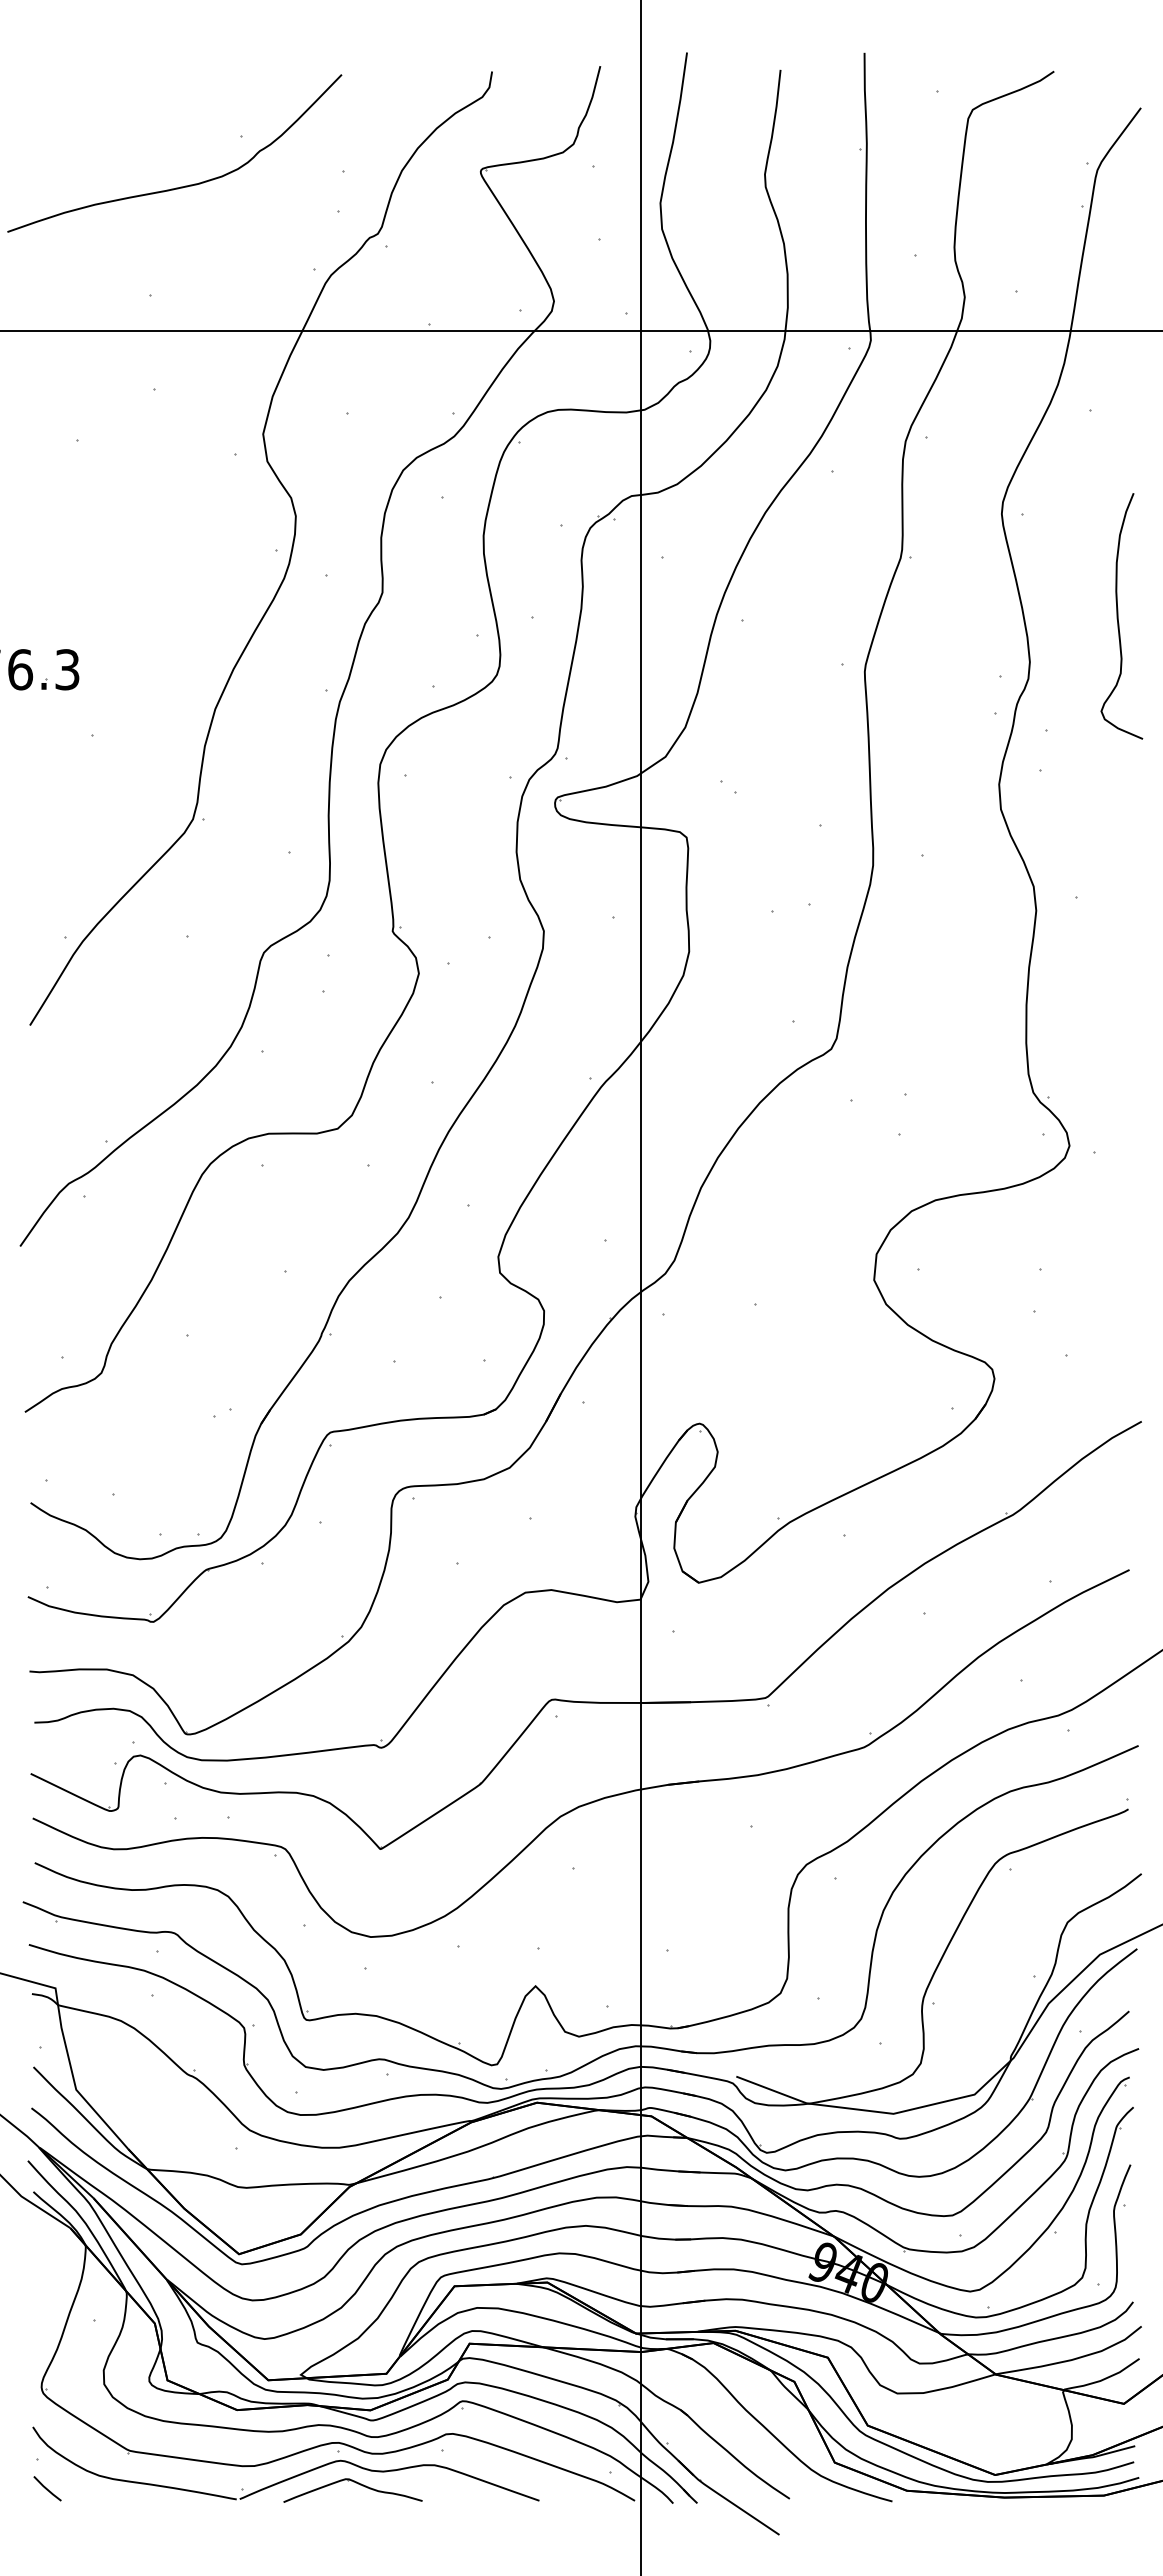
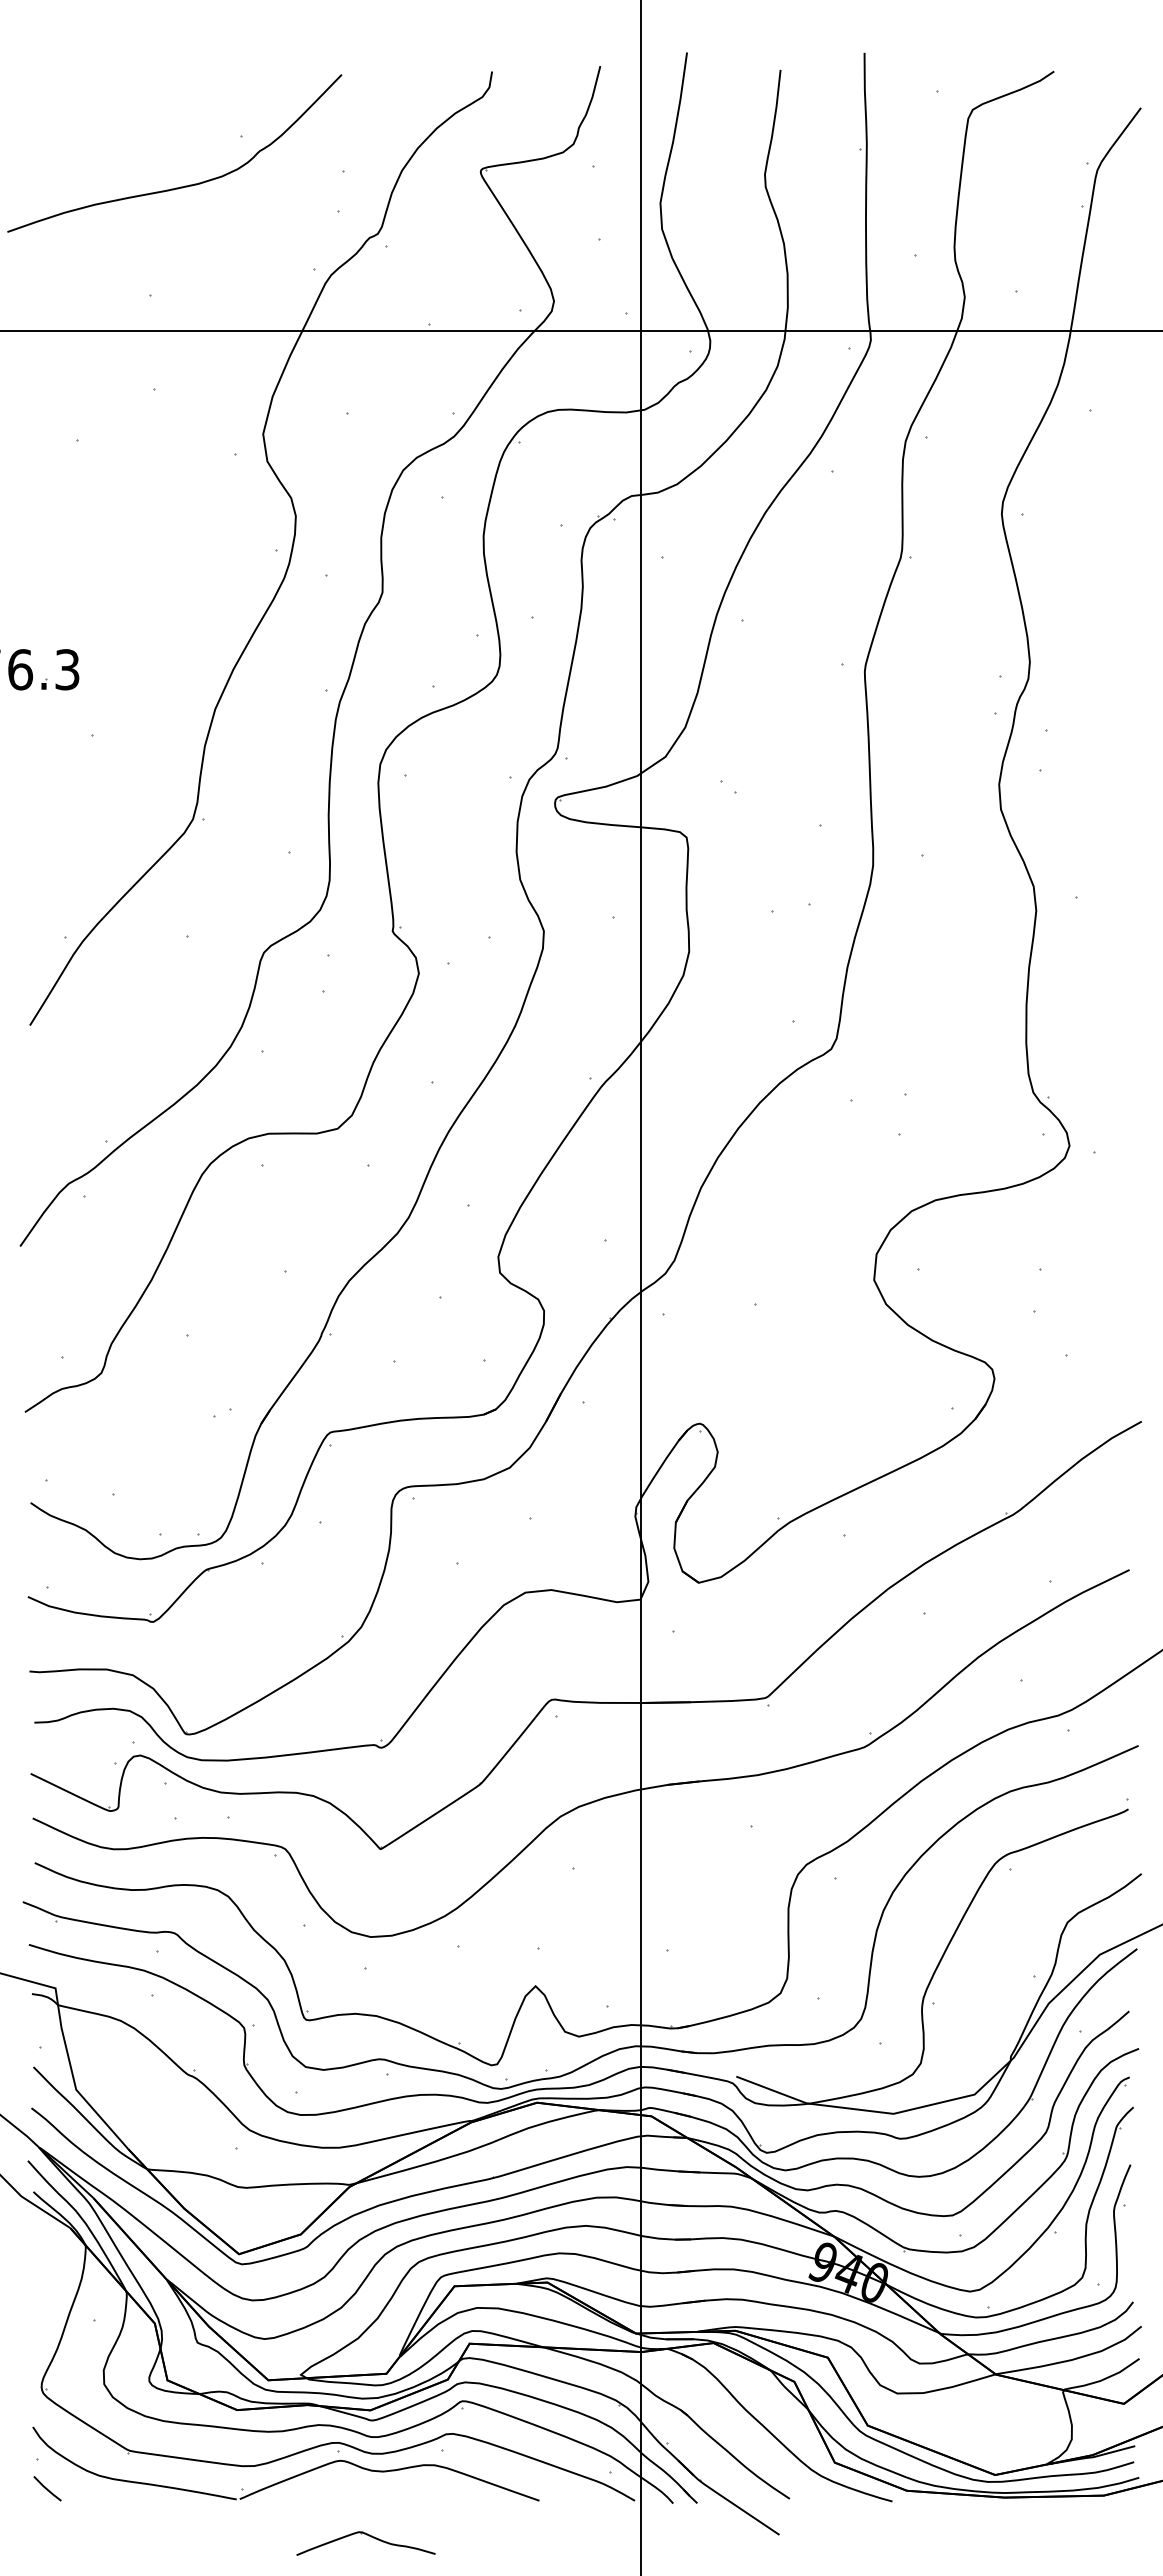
curve at (1118, 616): present -> none
part at (355, 2483) position: (355, 2483) -> (368, 2536)
